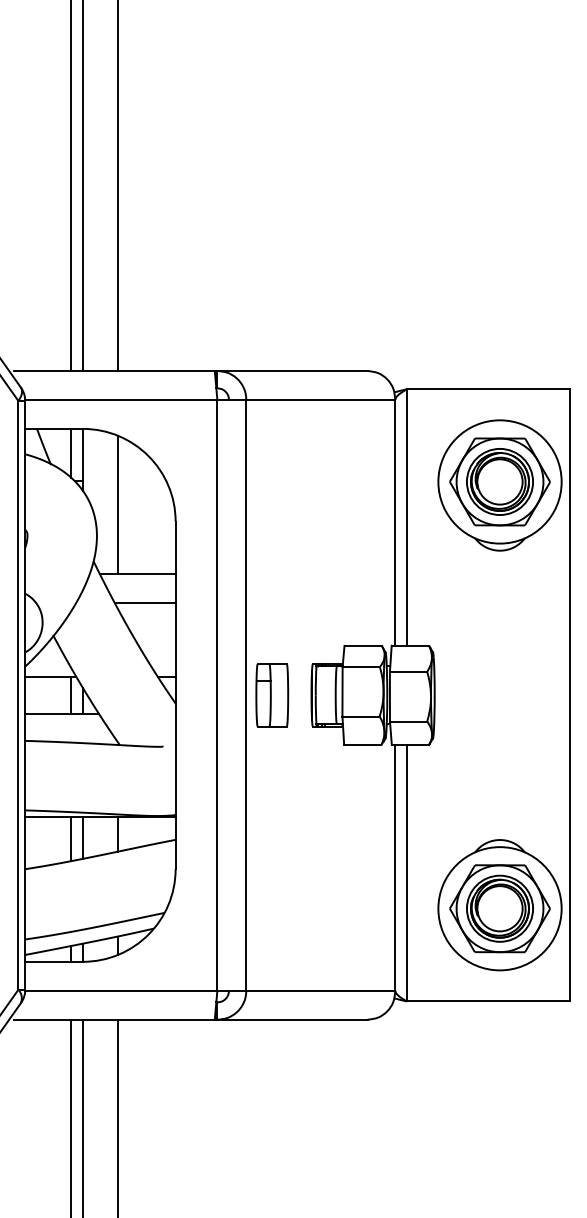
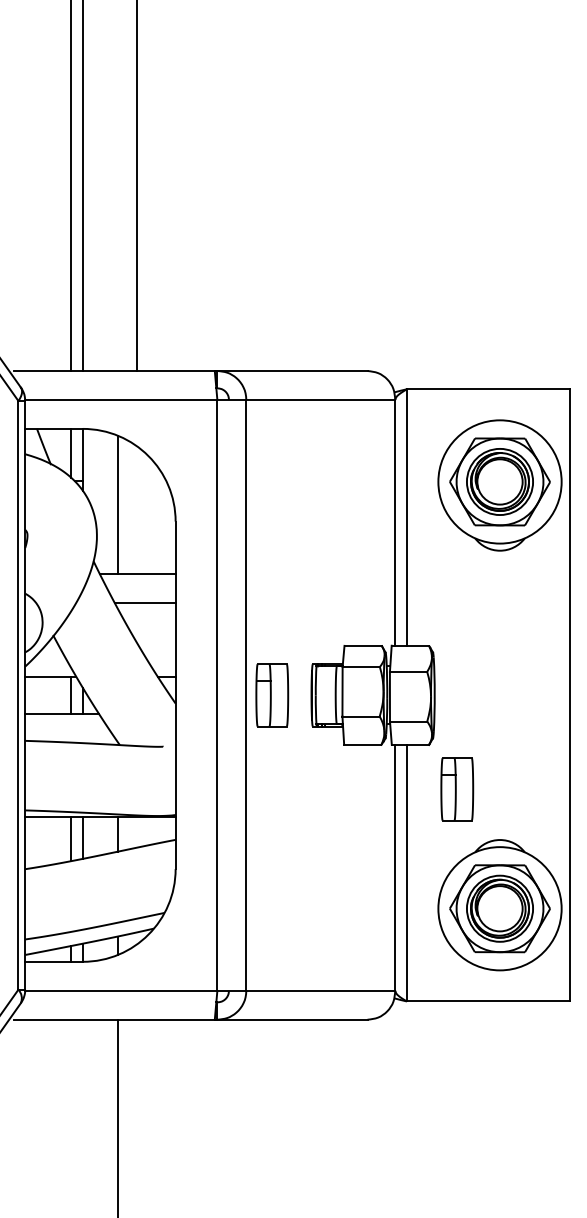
line at (117, 186) position: (117, 186) -> (136, 186)
part at (457, 789): none -> present
line at (71, 1116): present -> none
line at (82, 1116): present -> none
